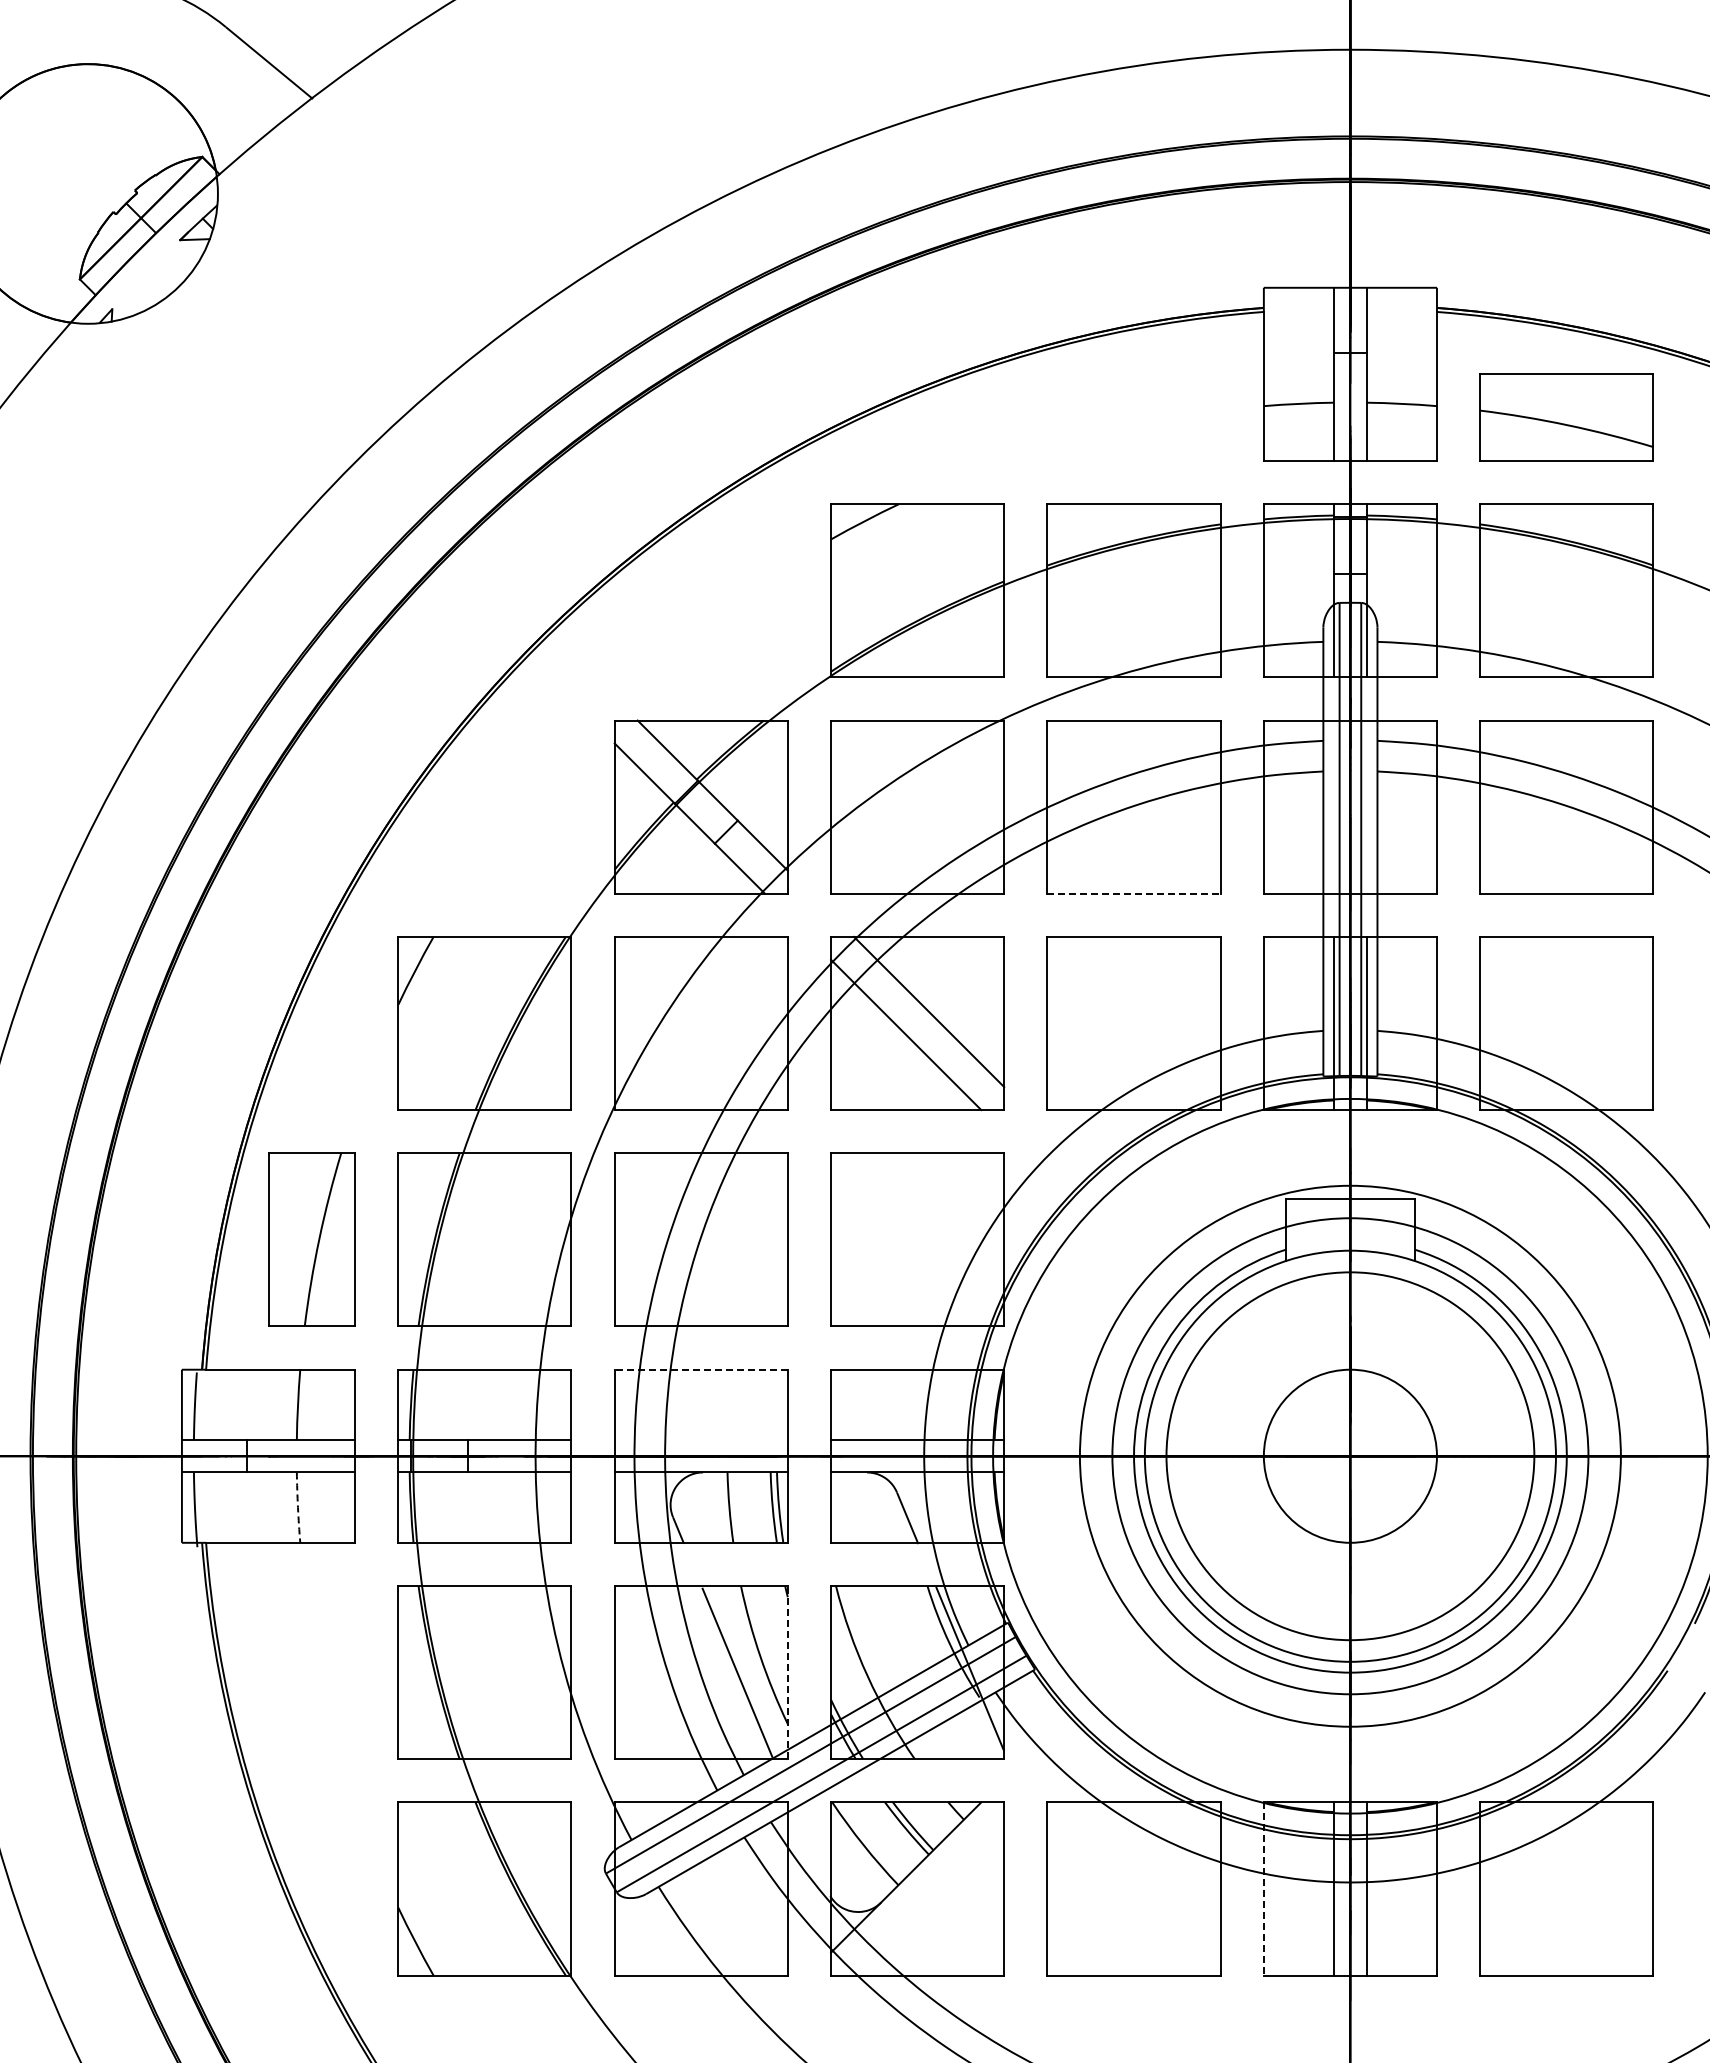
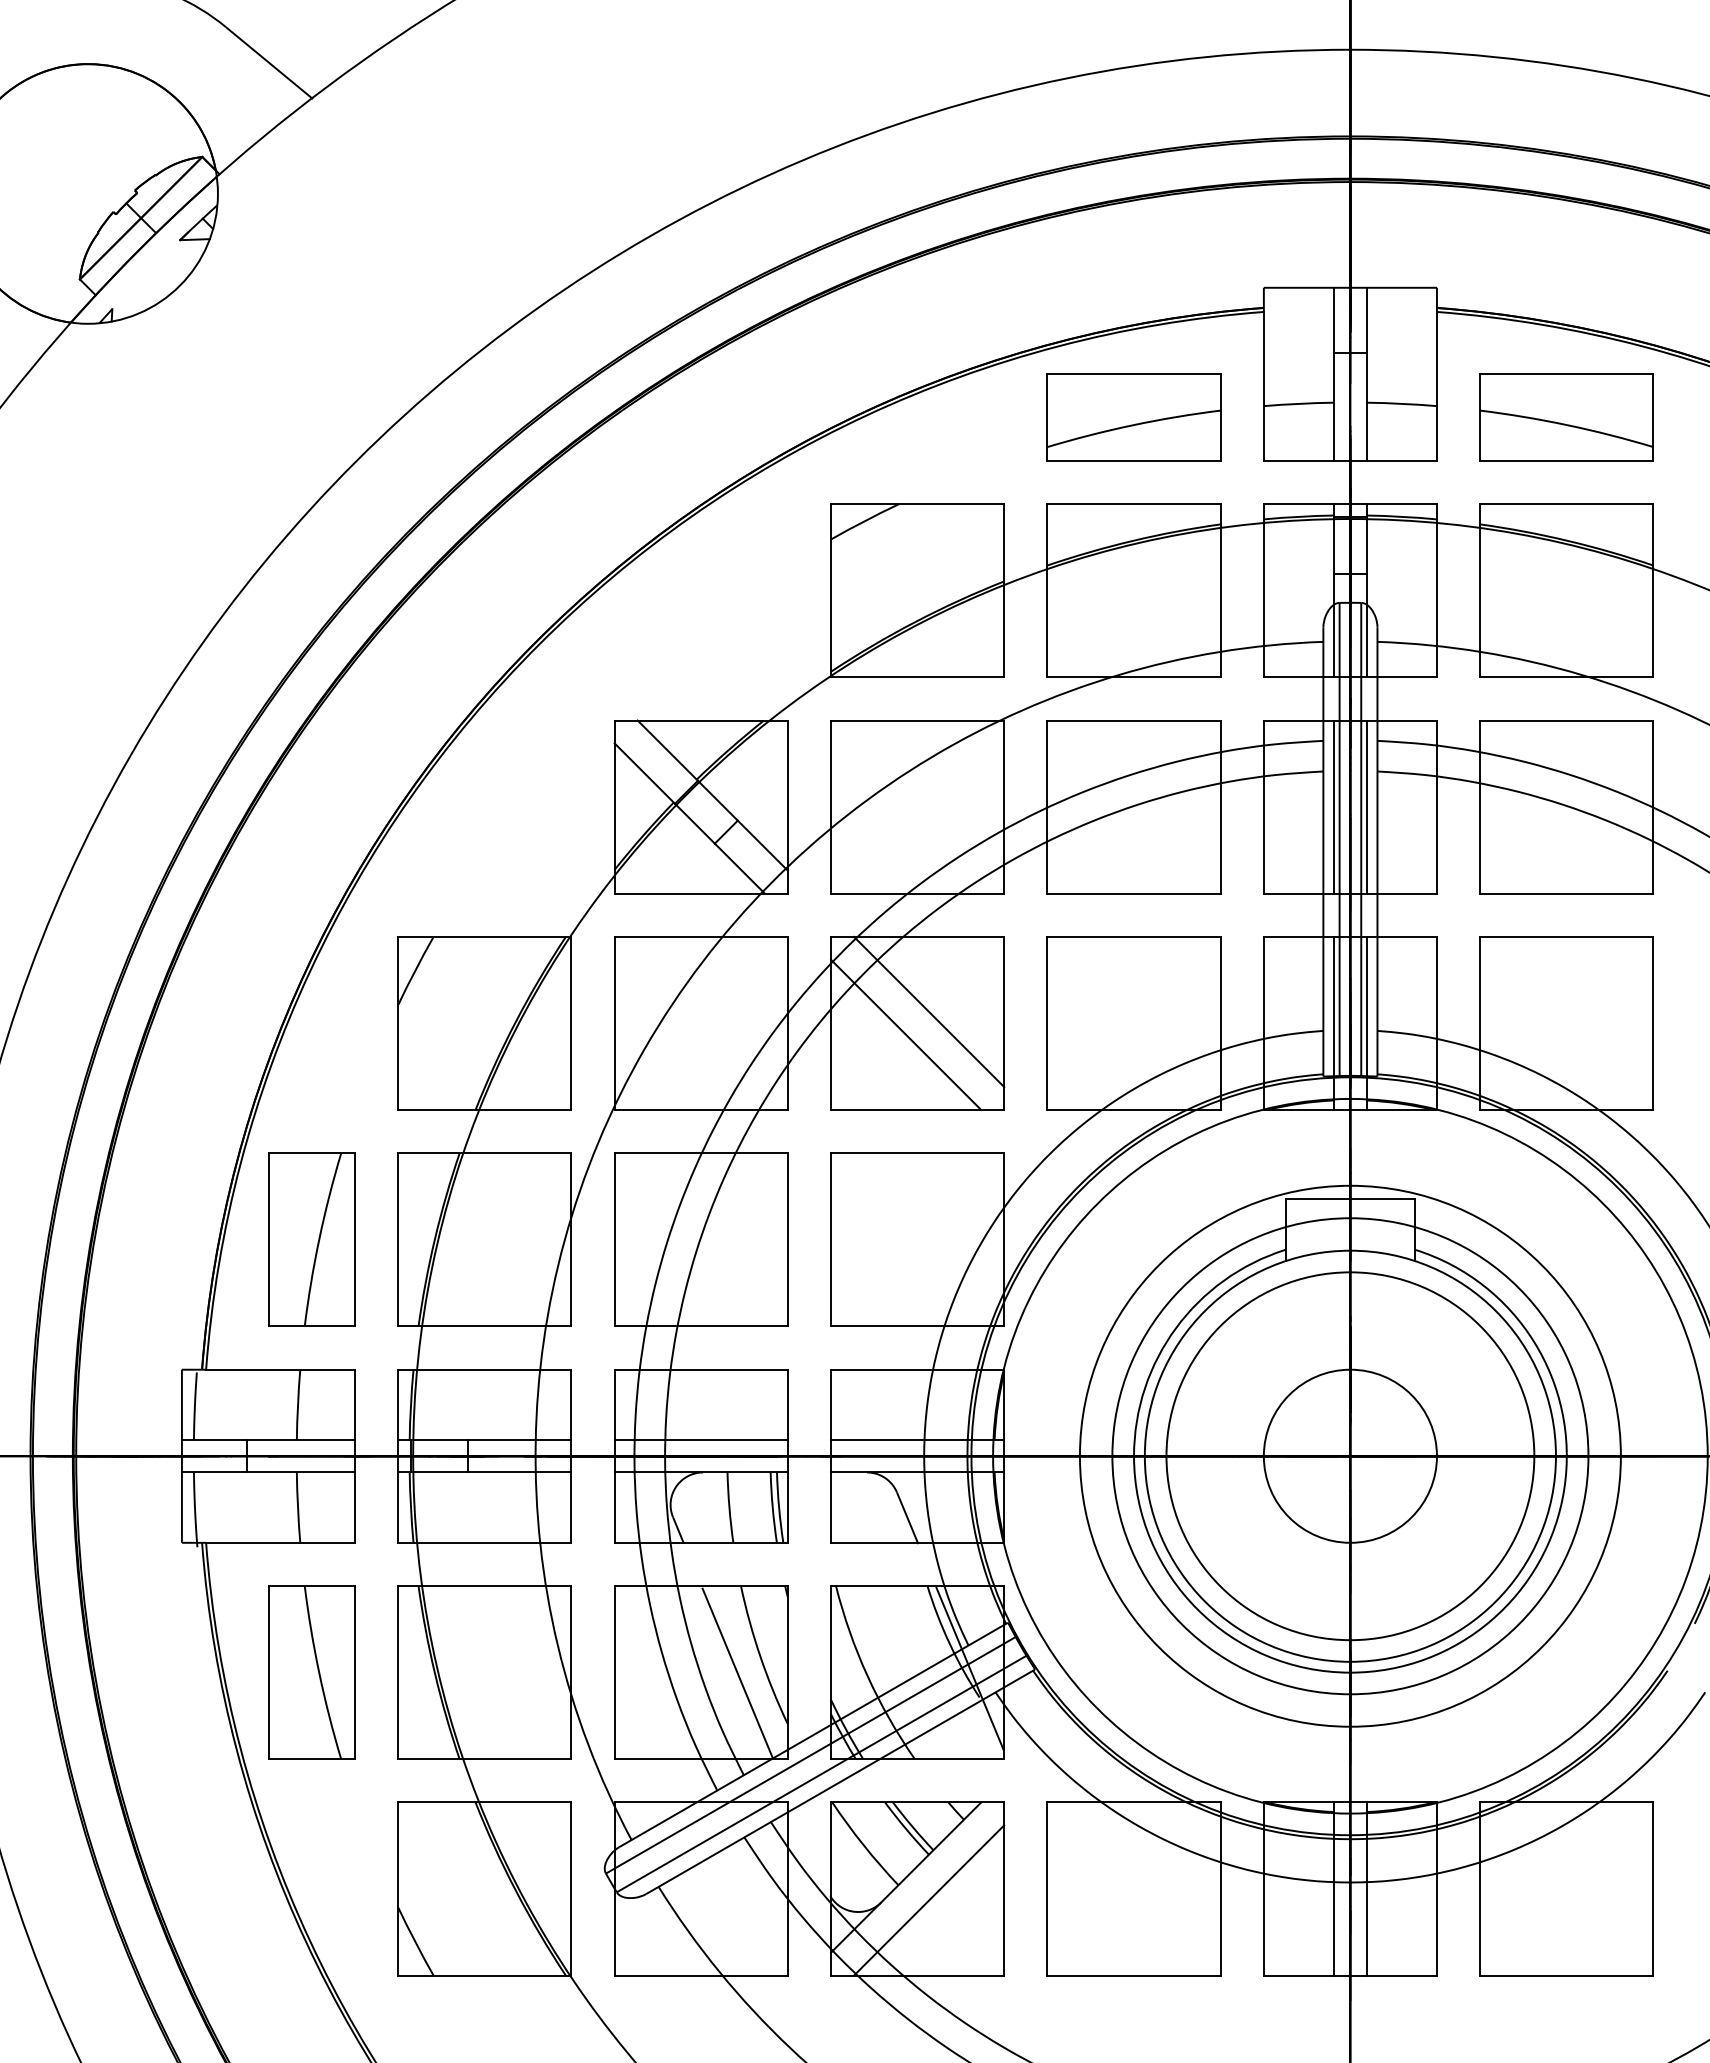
part at (1133, 417): none -> present
line at (1334, 806): none -> present
line at (1366, 806): none -> present
line at (1134, 893): dashed -> solid
line at (701, 1369): dashed -> solid
line at (700, 1440): none -> present
arc at (297, 1507): dashed -> solid
part at (311, 1672): none -> present
line at (787, 1672): dashed -> solid
line at (1263, 1889): dashed -> solid
line at (929, 1900): none -> present
